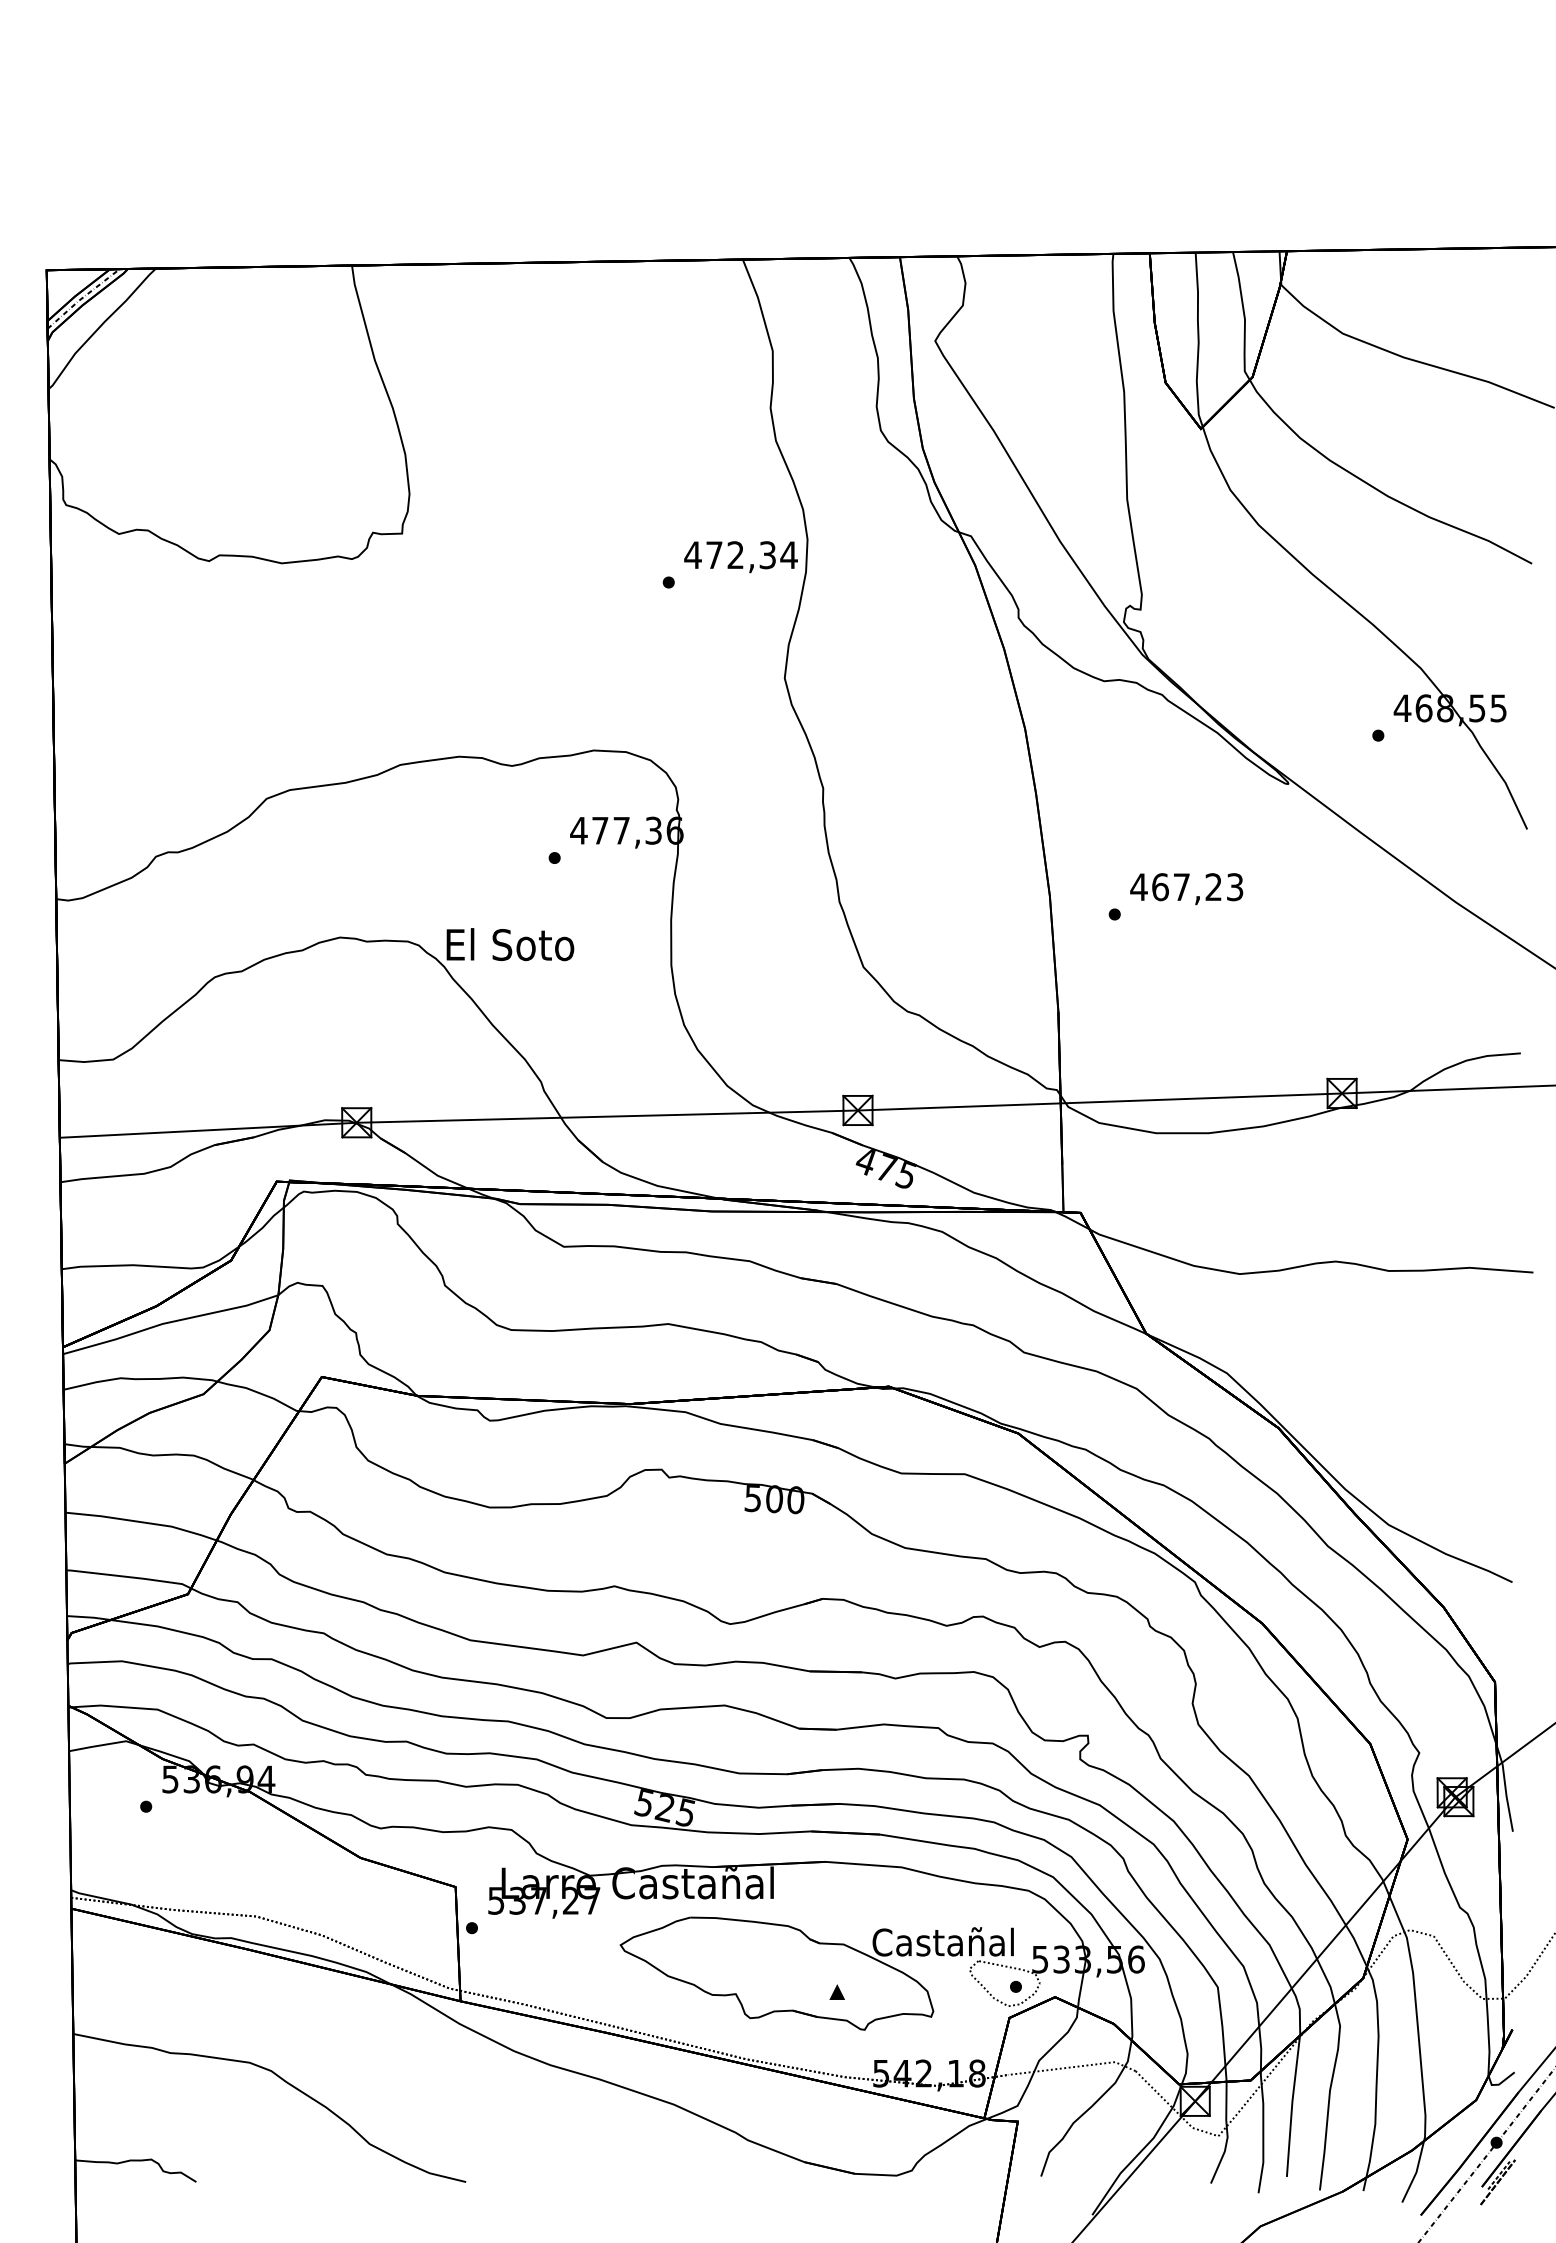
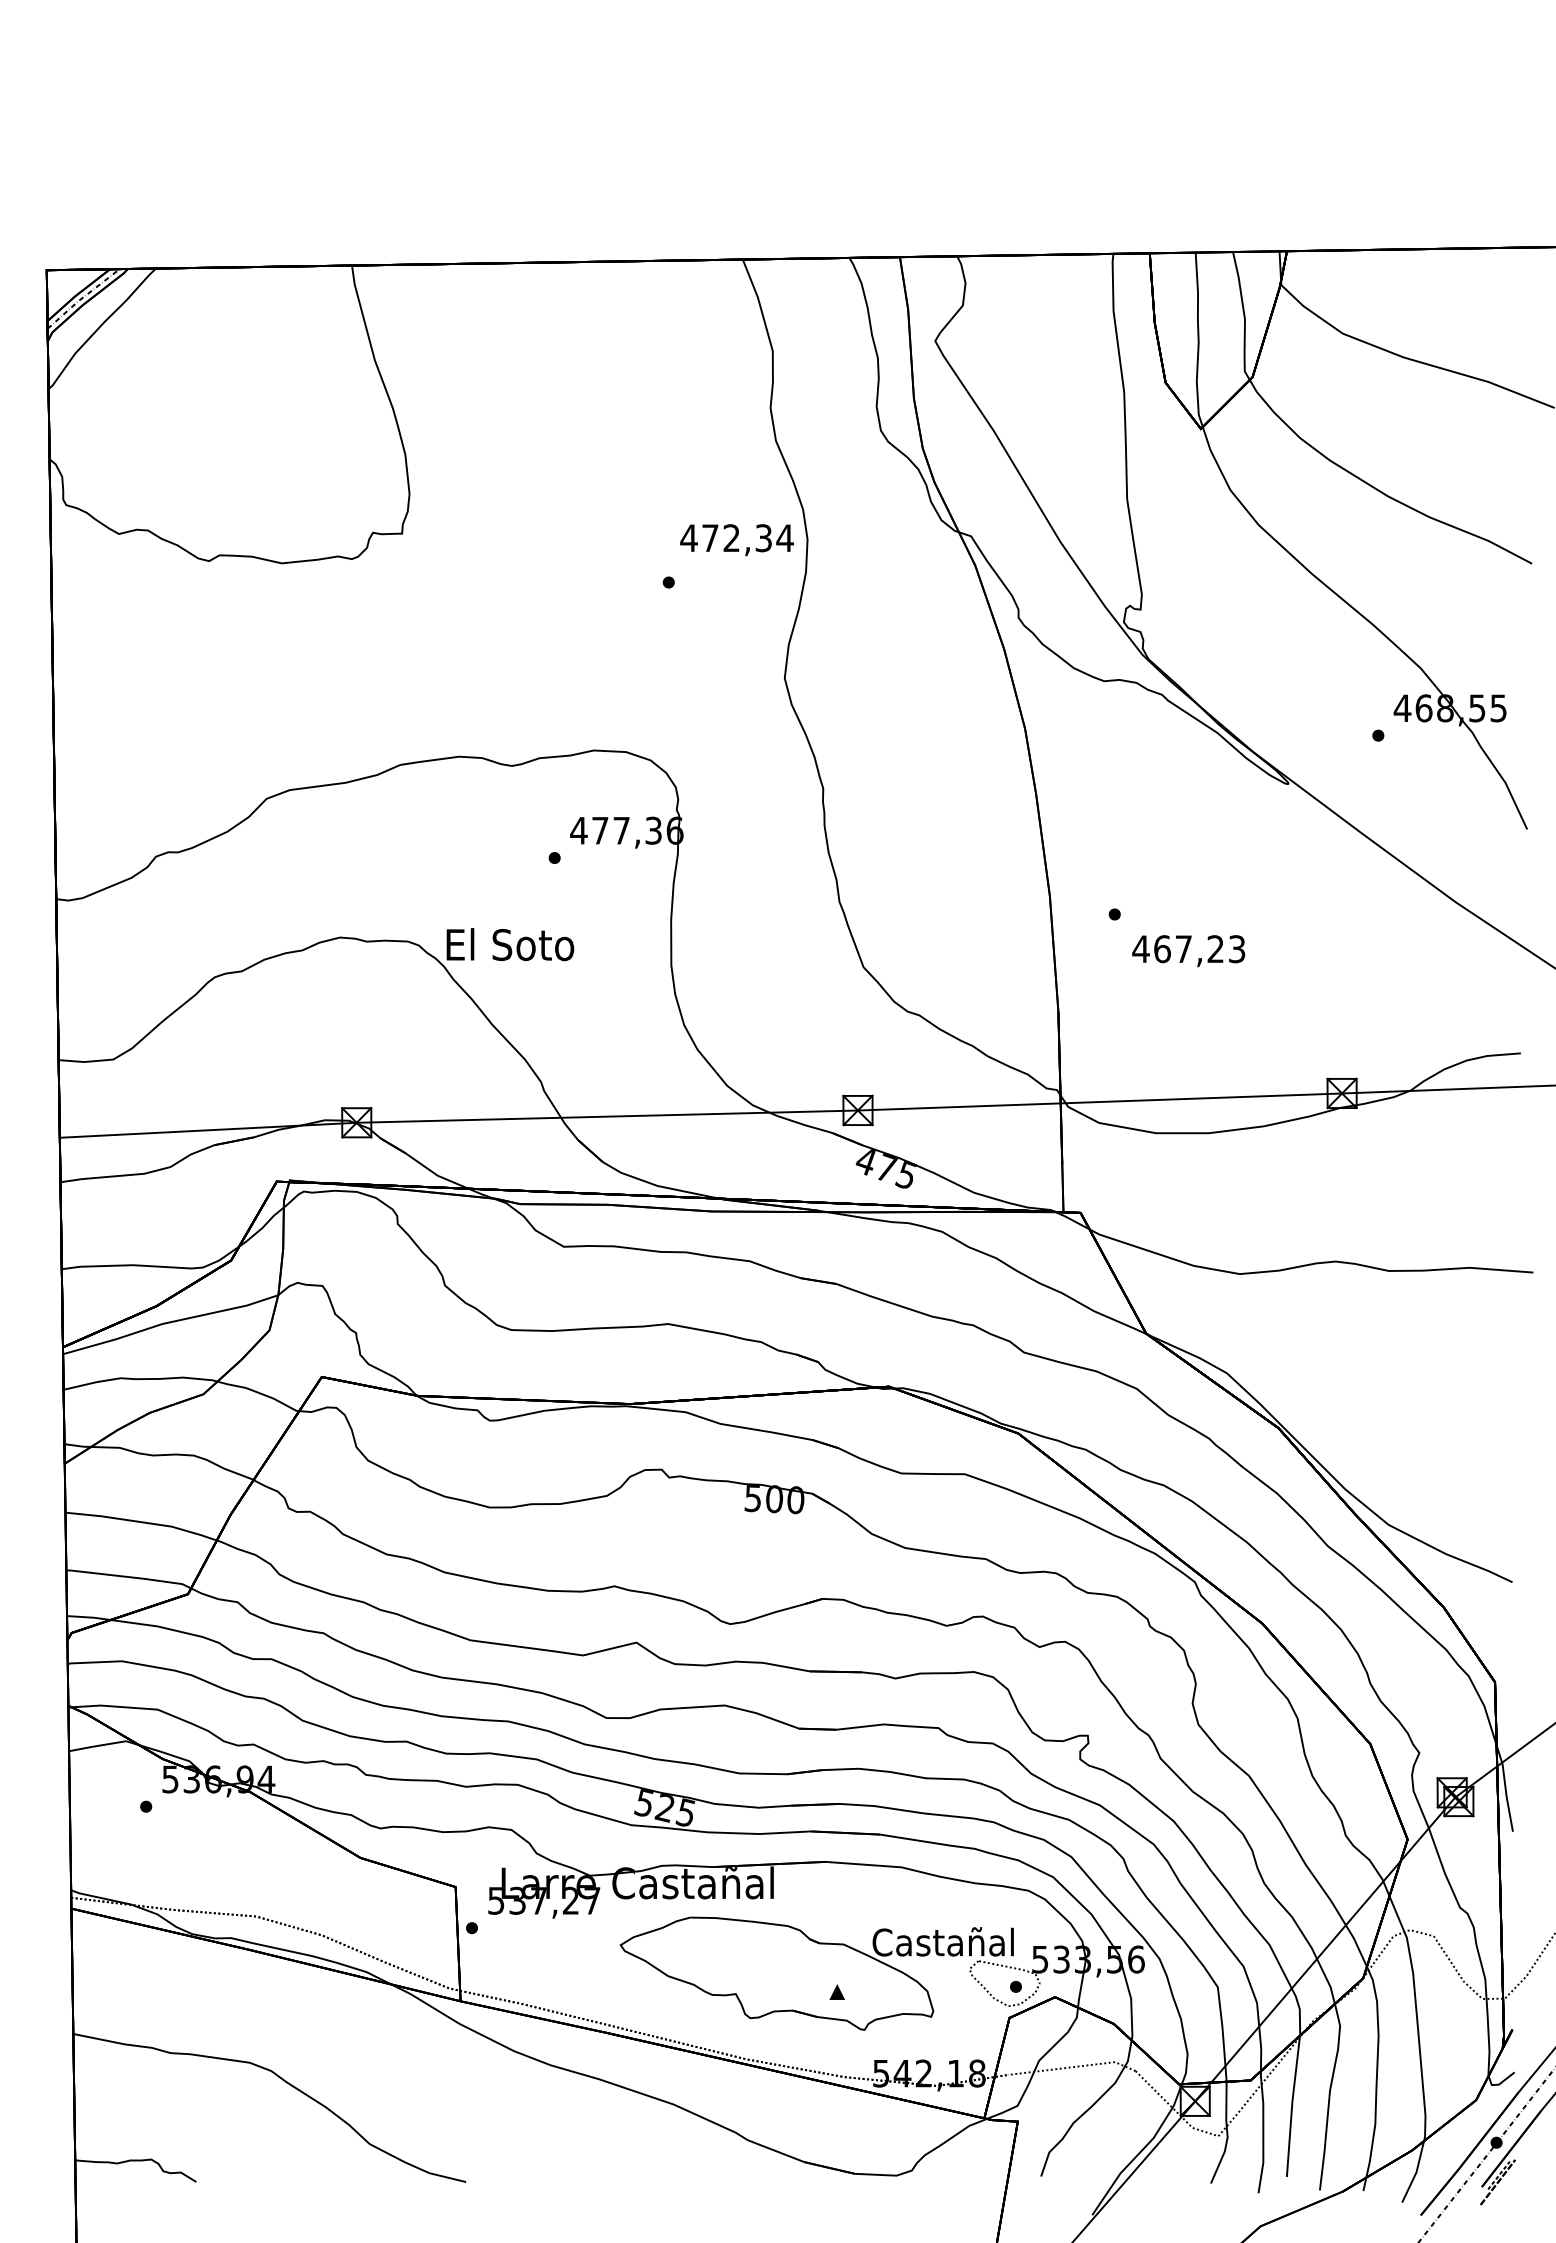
text at (740, 557) position: (740, 557) -> (736, 540)
text at (1186, 889) position: (1186, 889) -> (1188, 951)
